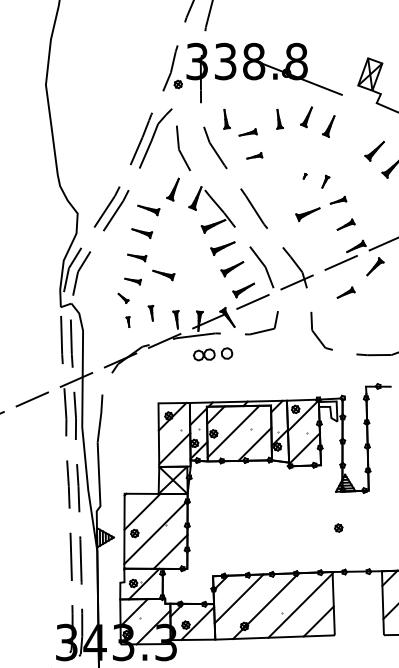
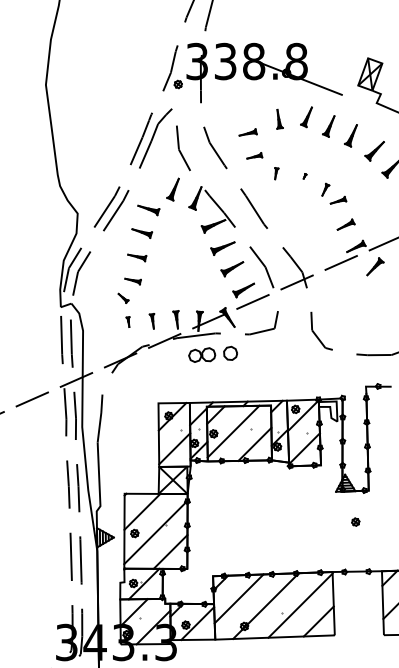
part at (226, 118): present -> none
part at (350, 135): none -> present
part at (276, 173): none -> present
part at (325, 181) position: (325, 181) -> (325, 189)
part at (307, 214): present -> none
part at (163, 275): present -> none
part at (345, 292): present -> none
part at (150, 313) position: (150, 313) -> (151, 321)
part at (213, 354) size: 41x15 px -> 50x18 px
part at (338, 527) position: (338, 527) -> (355, 521)
